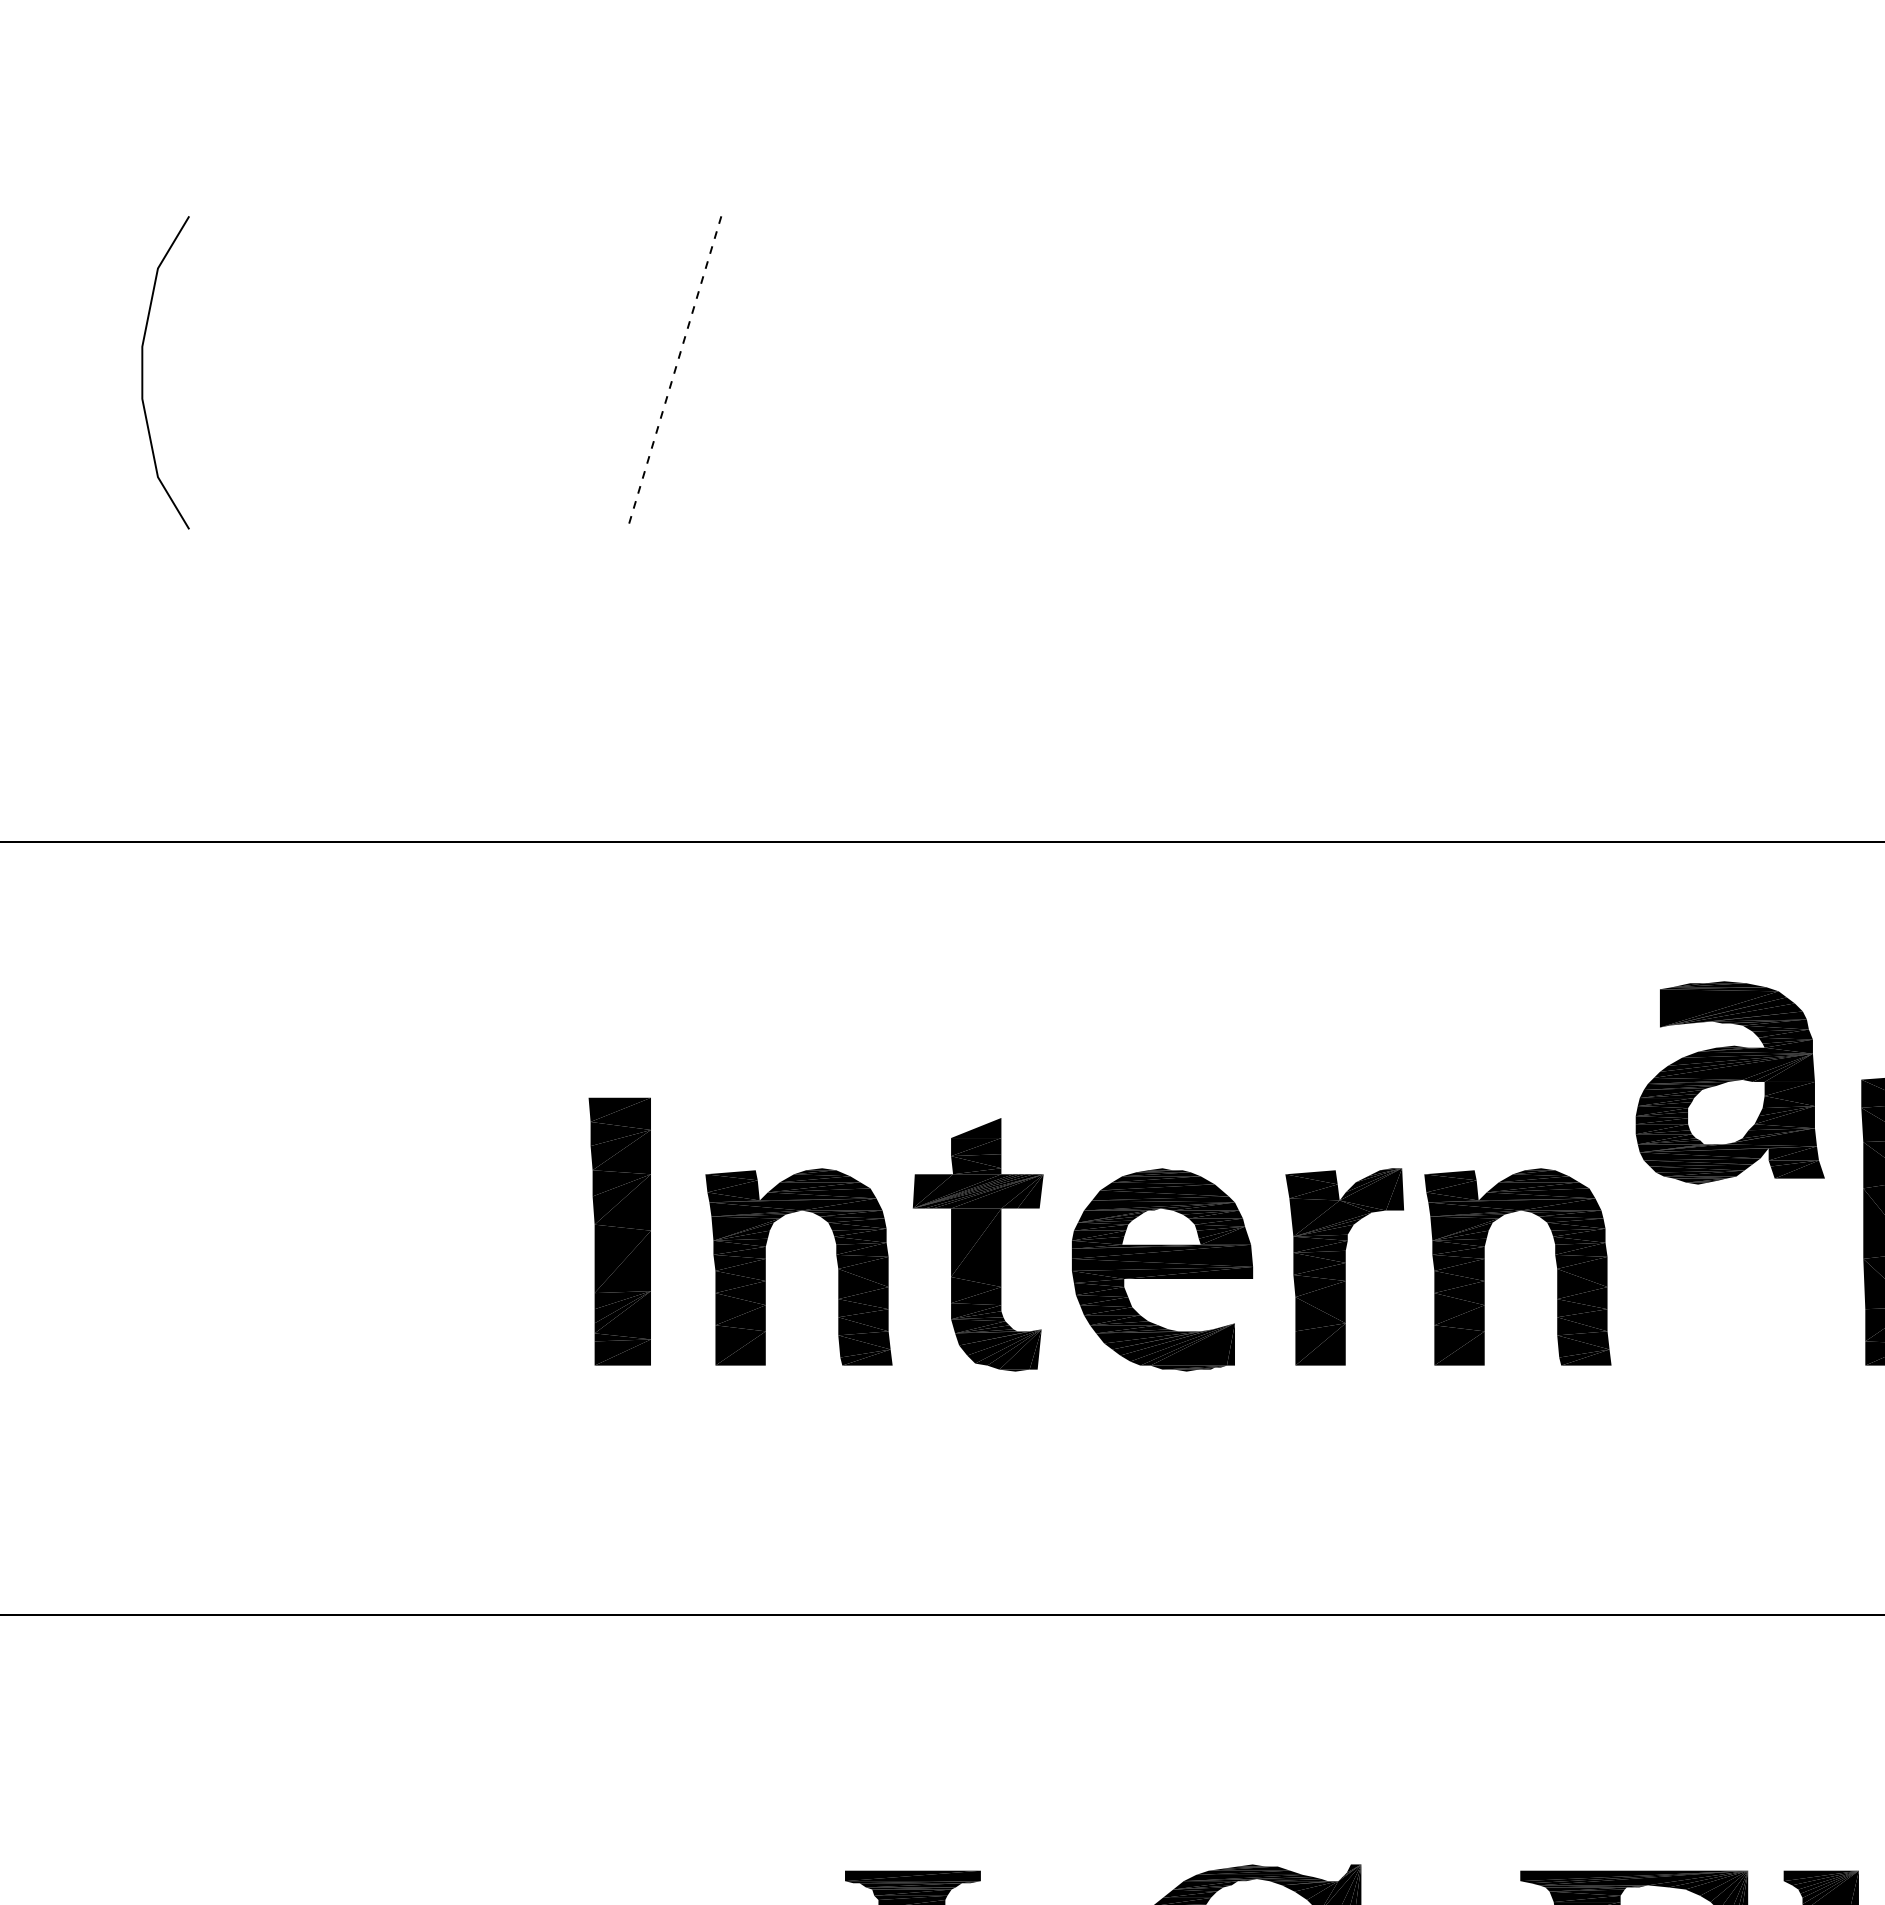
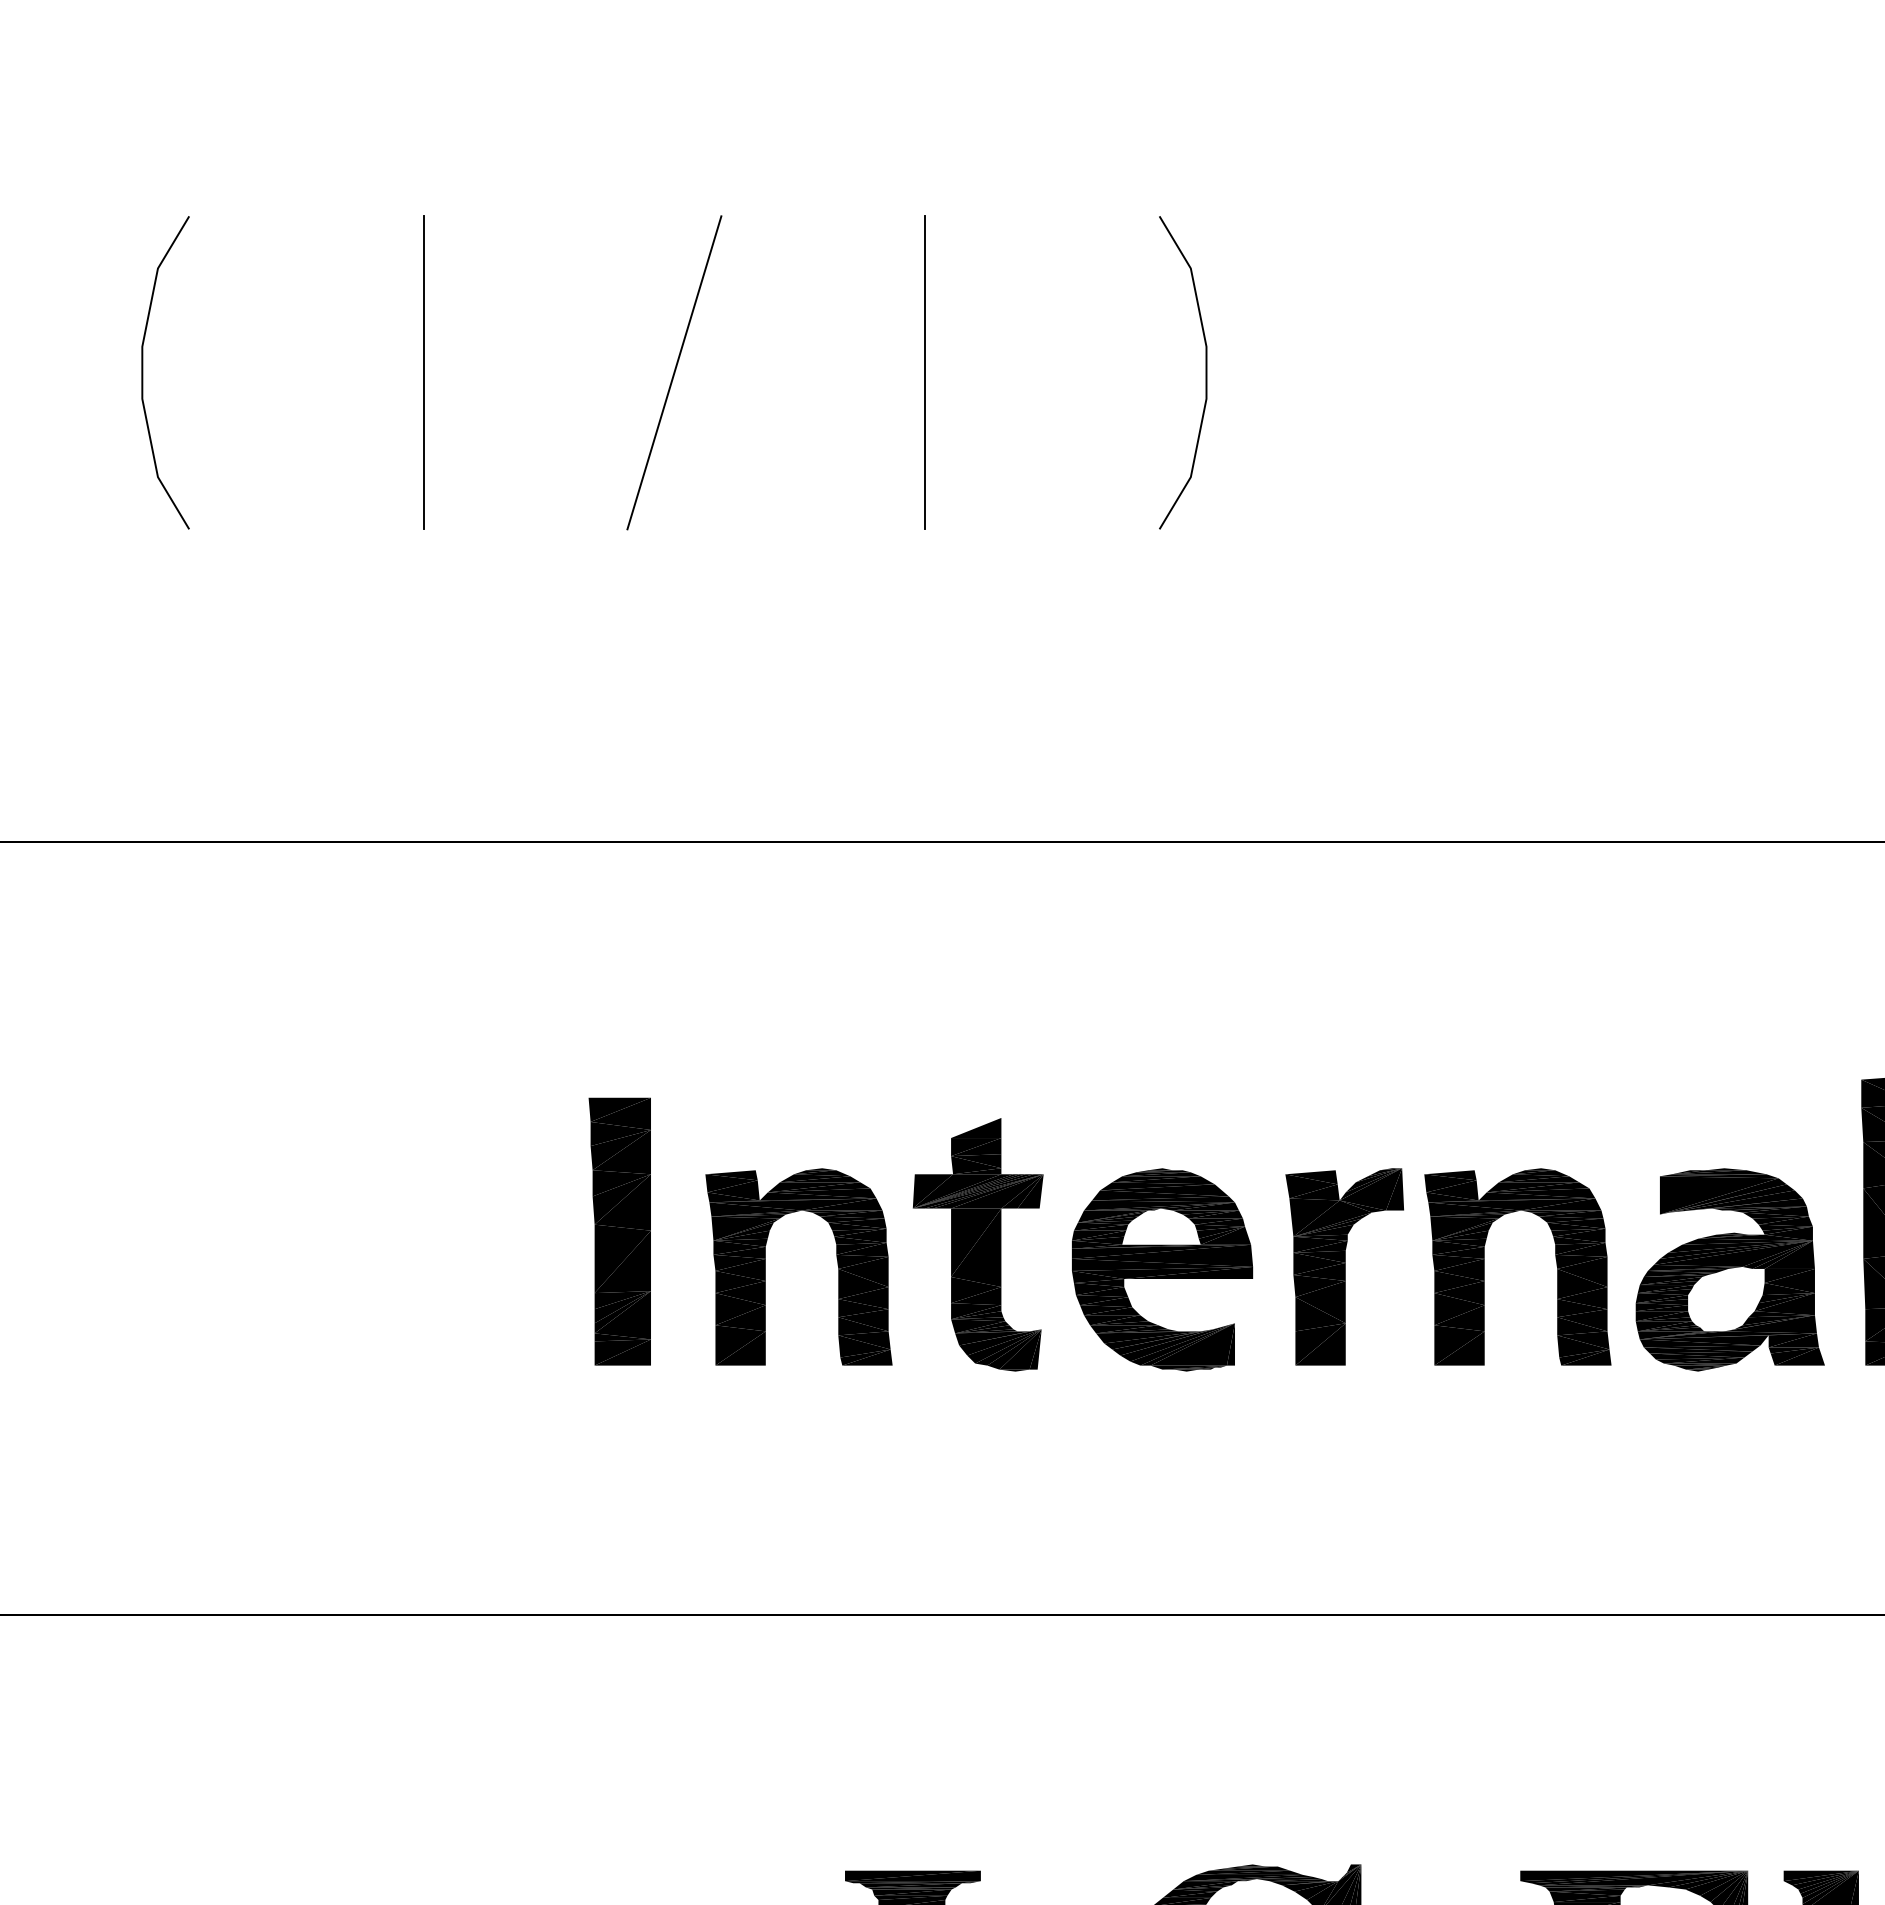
line at (424, 372): none -> present
line at (924, 372): none -> present
curve at (1205, 372): none -> present
line at (674, 373): dashed -> solid
part at (1729, 1082) position: (1729, 1082) -> (1729, 1269)
